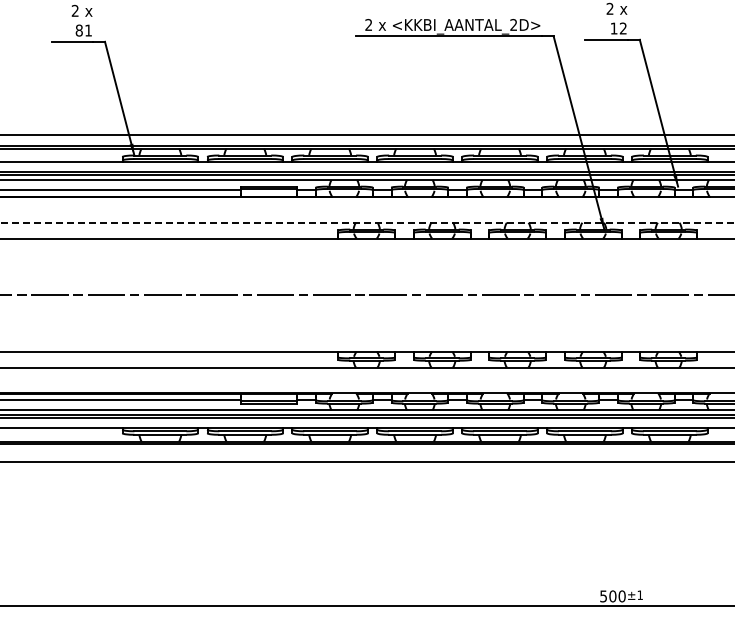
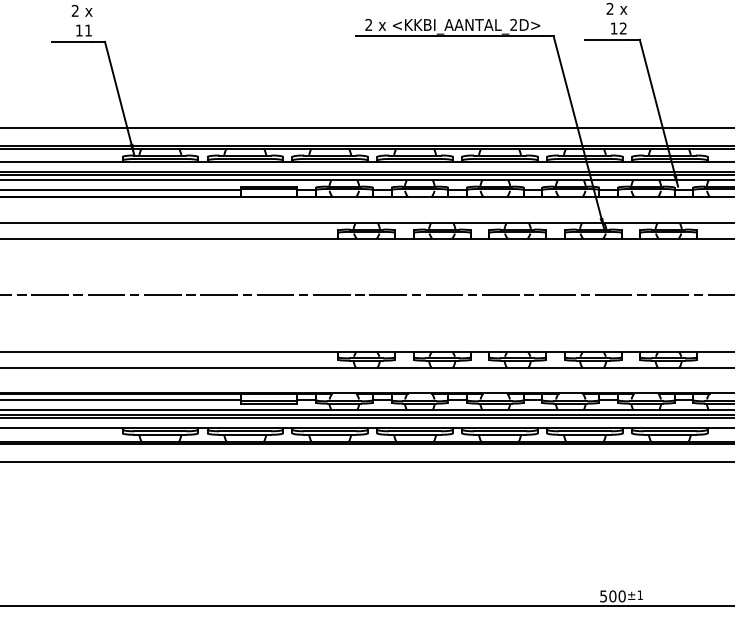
text at (78, 30): 81 -> 11
line at (366, 134) position: (366, 134) -> (366, 127)
line at (367, 222): dashed -> solid
